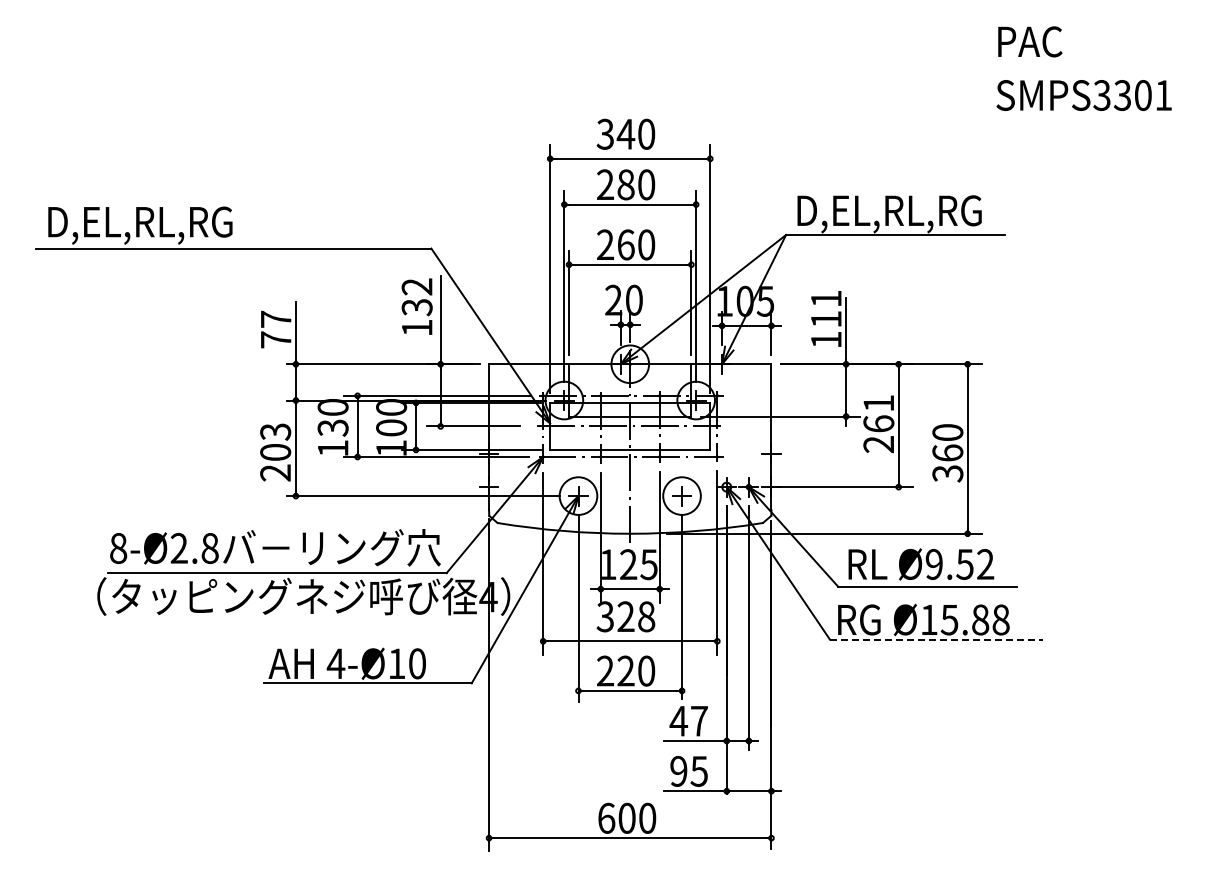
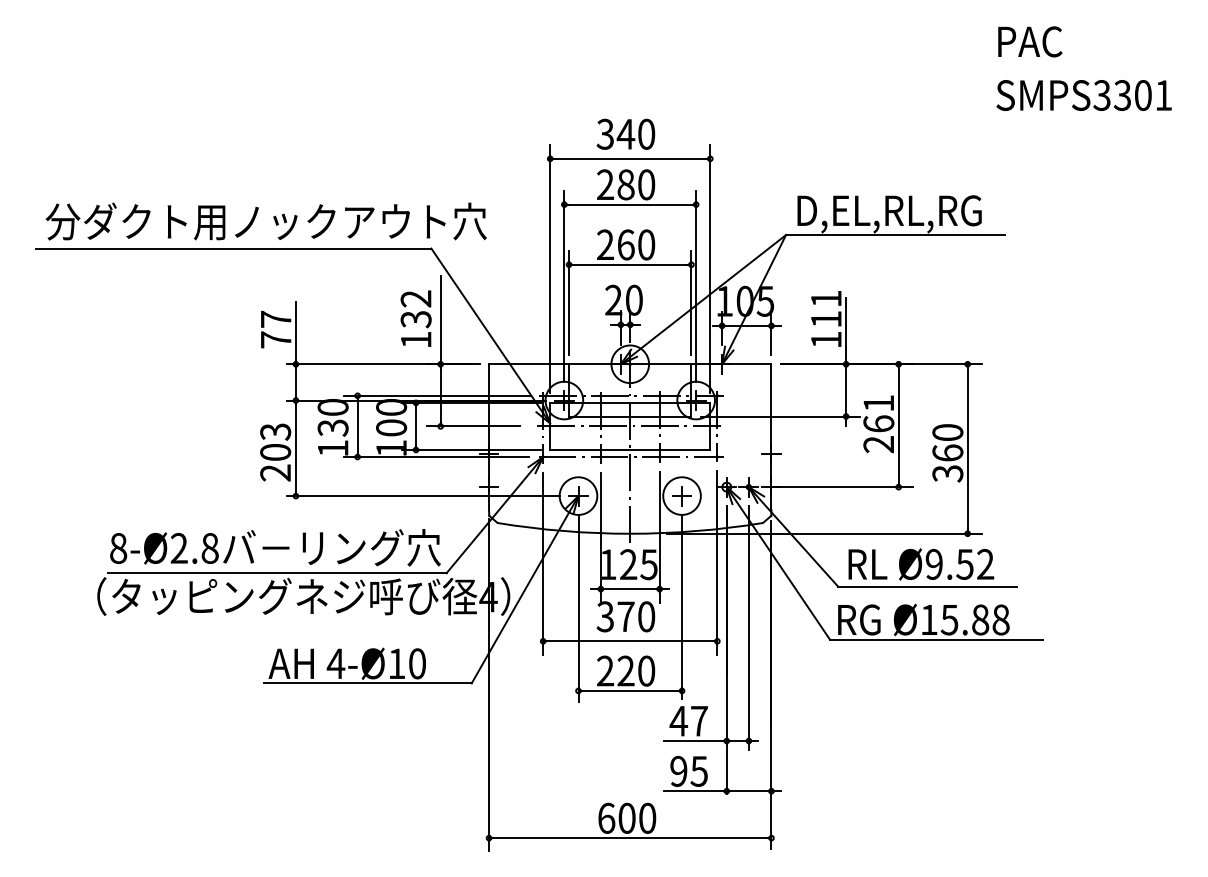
text at (265, 223): D,EL,RL,RG -> 分ダクト用ノックアウト穴
text at (416, 306) position: (416, 306) -> (415, 318)
text at (636, 616): 328 -> 370
line at (936, 639): dashed -> solid
